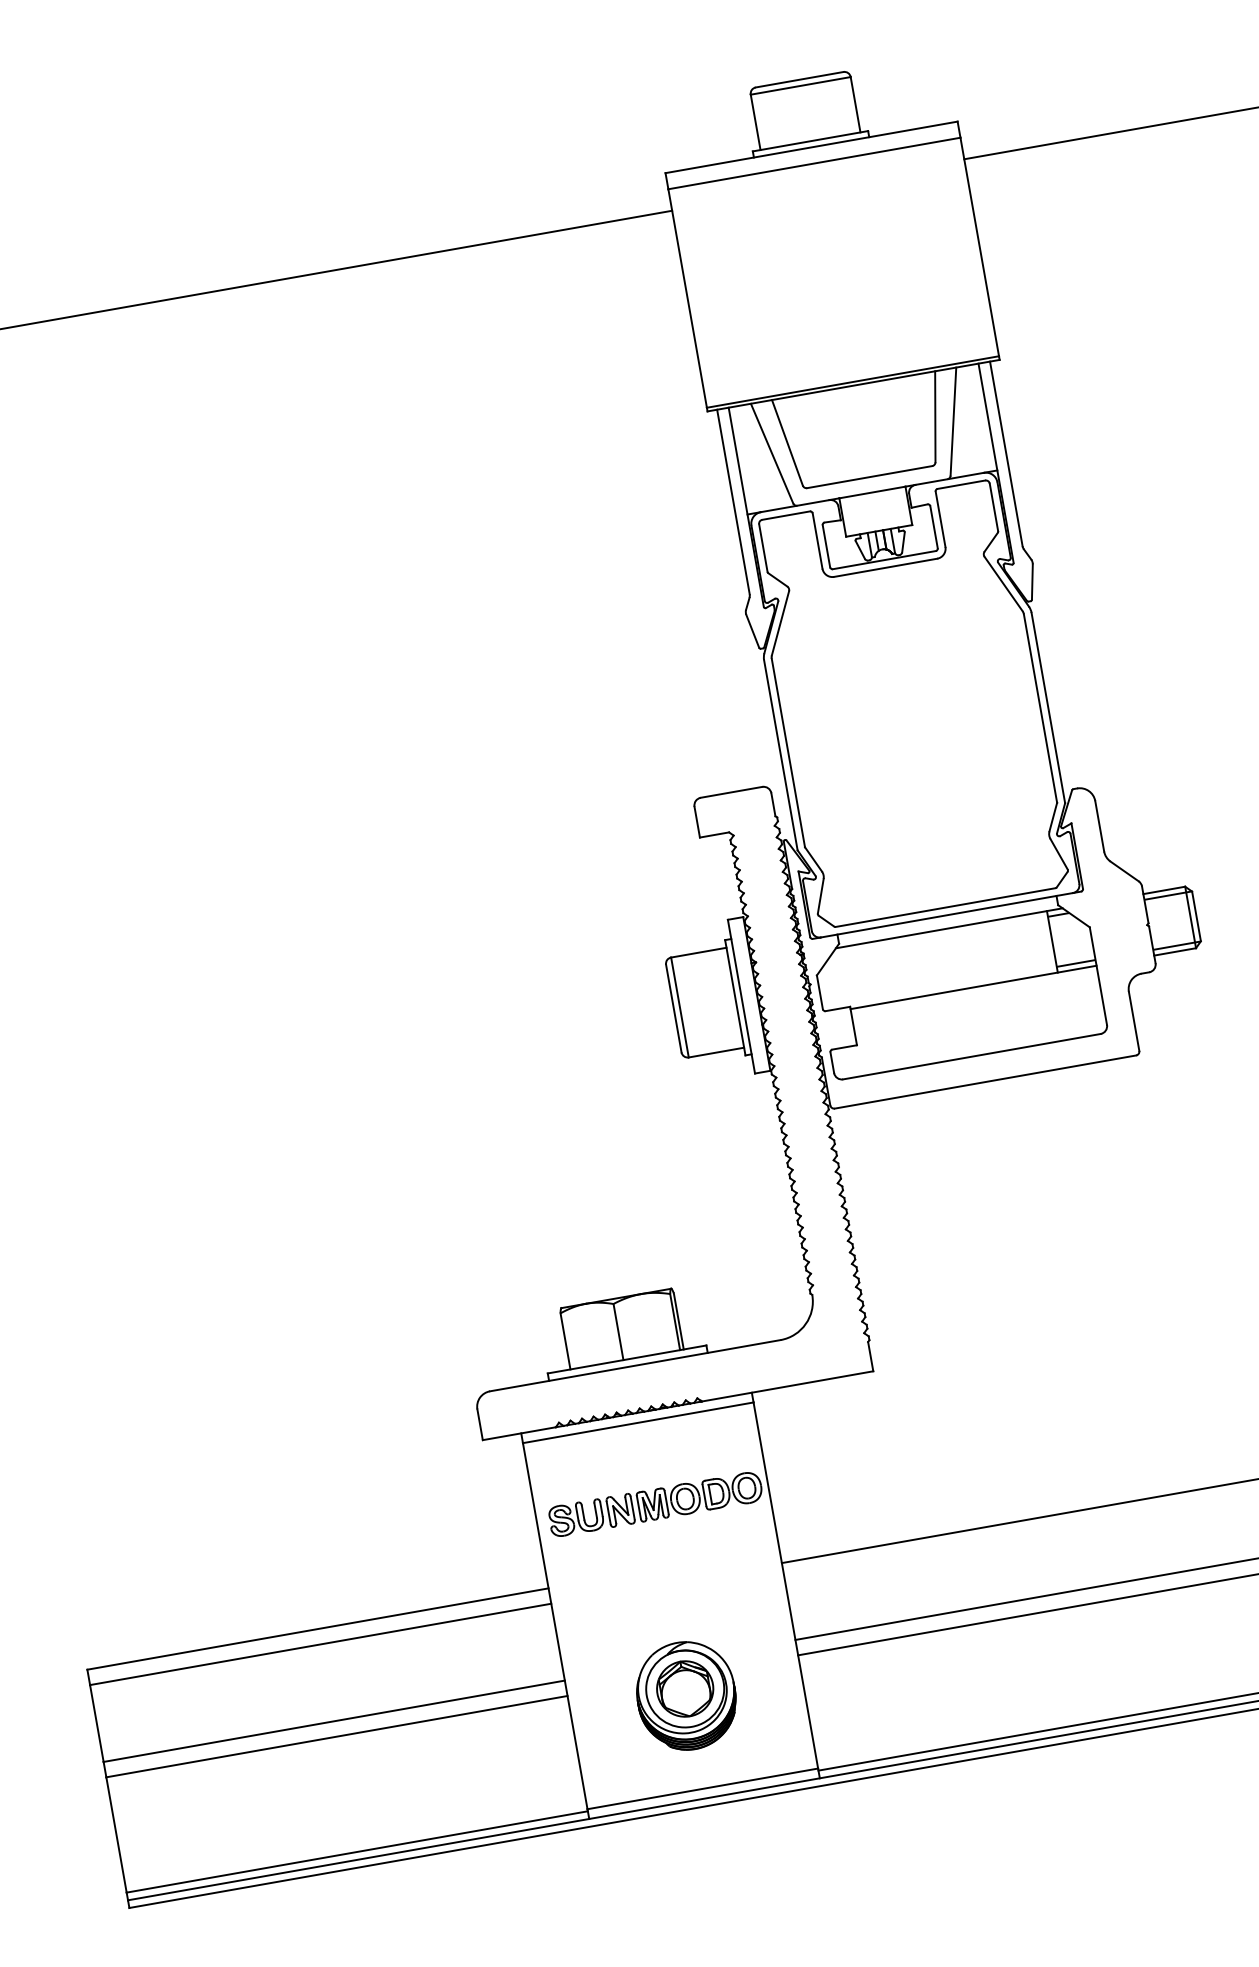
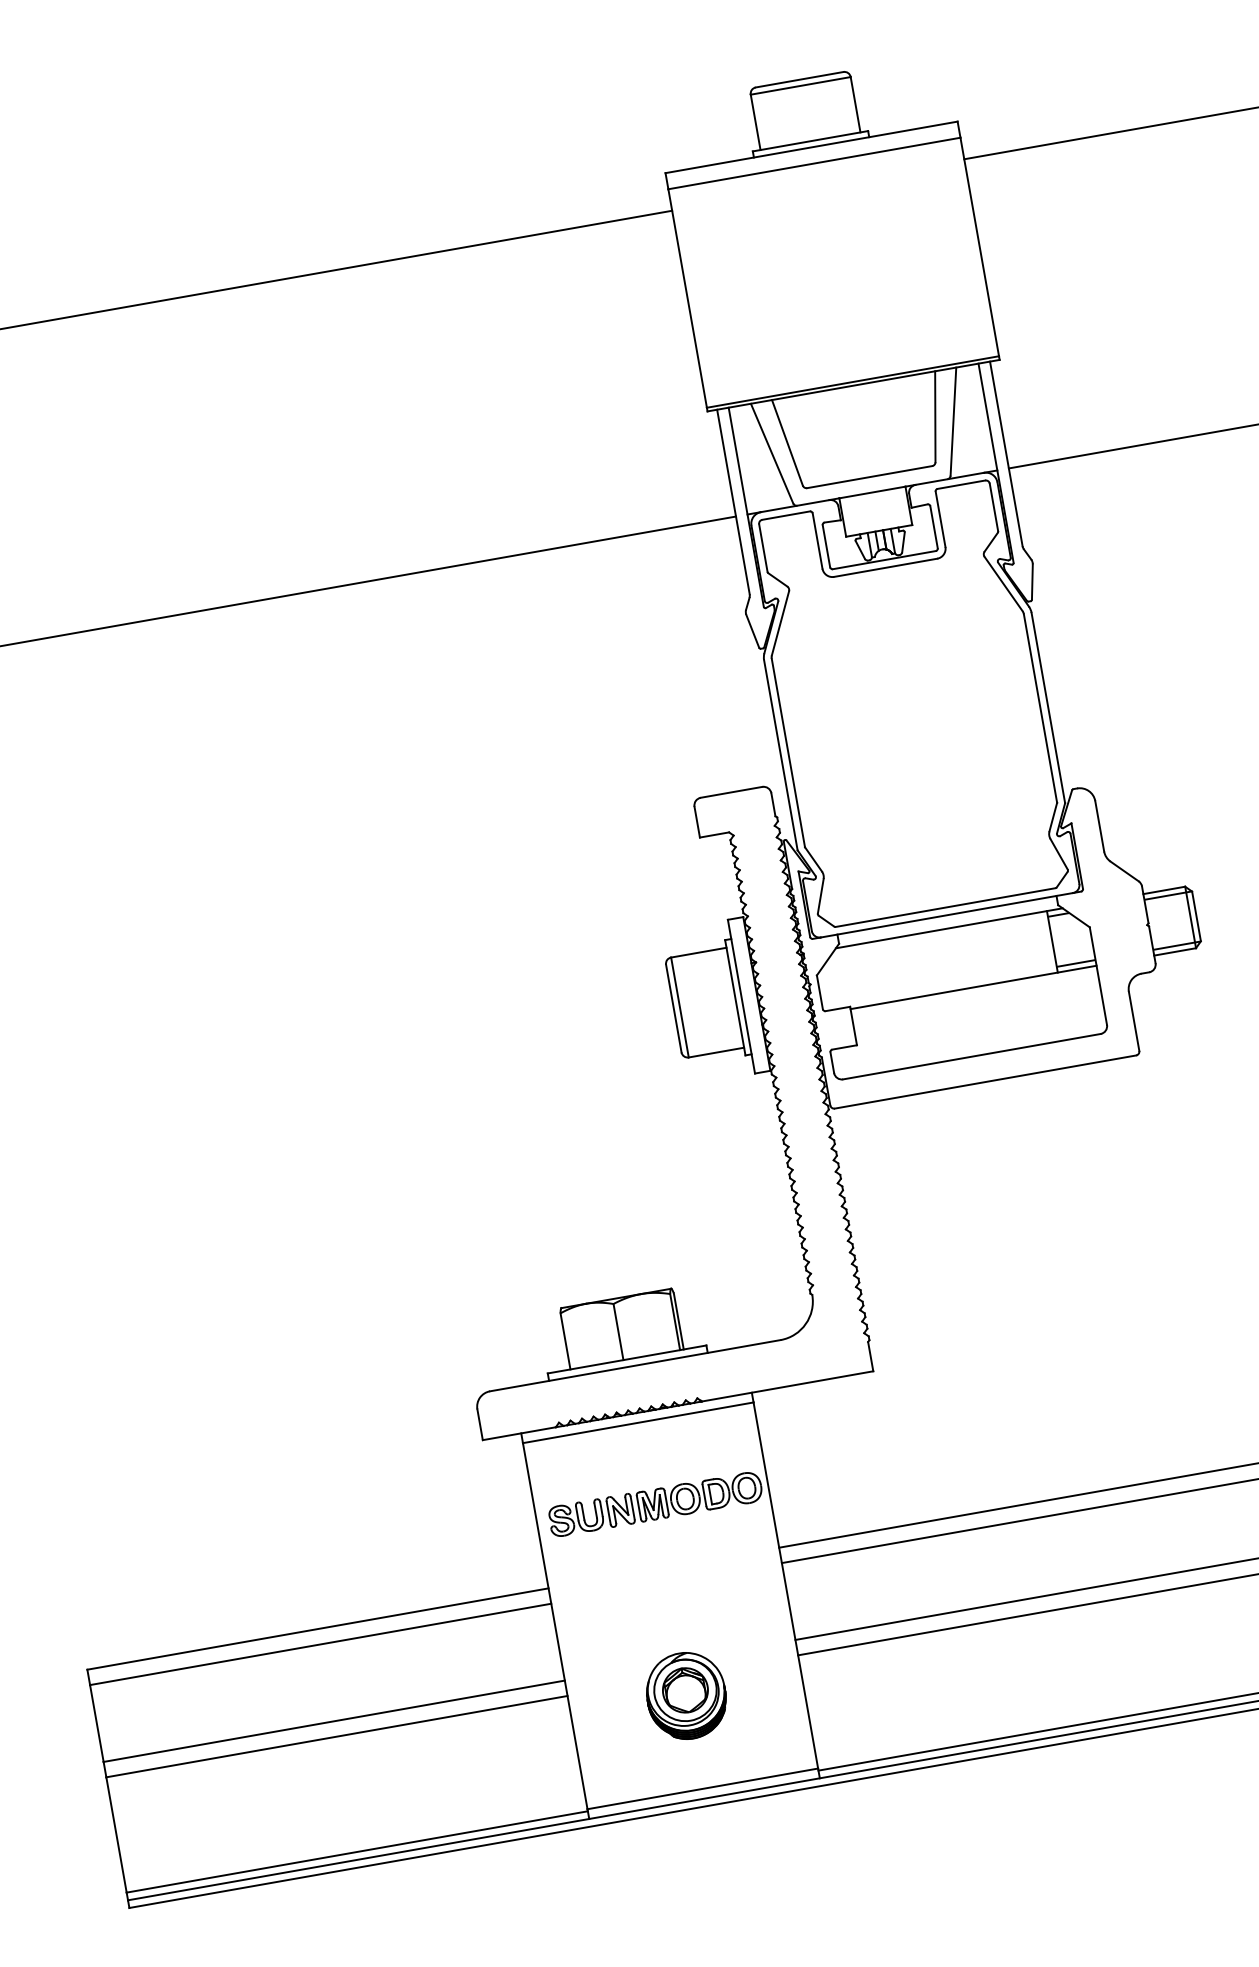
line at (1131, 446): none -> present
line at (369, 580): none -> present
line at (1017, 1505): none -> present
part at (686, 1695) size: 101x110 px -> 81x88 px
